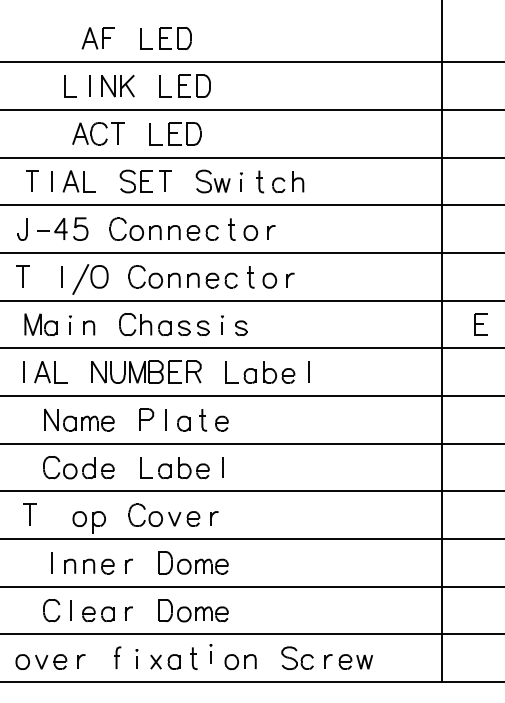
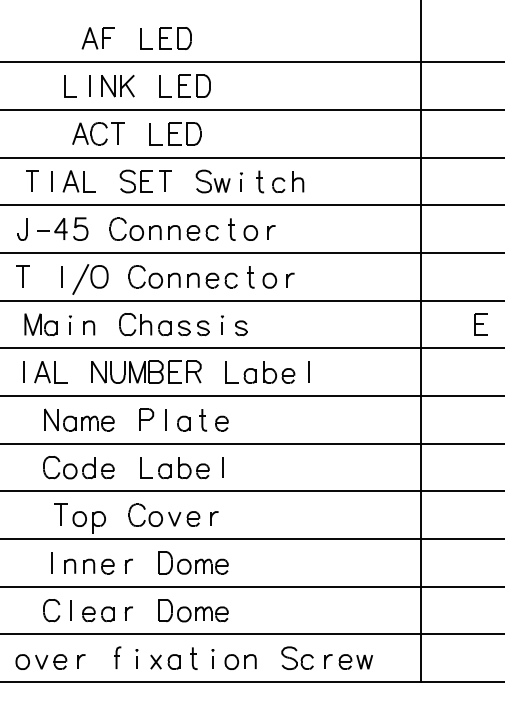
line at (441, 341) position: (441, 341) -> (420, 341)
part at (29, 514) position: (29, 514) -> (60, 514)
part at (210, 653) position: (210, 653) -> (212, 658)
